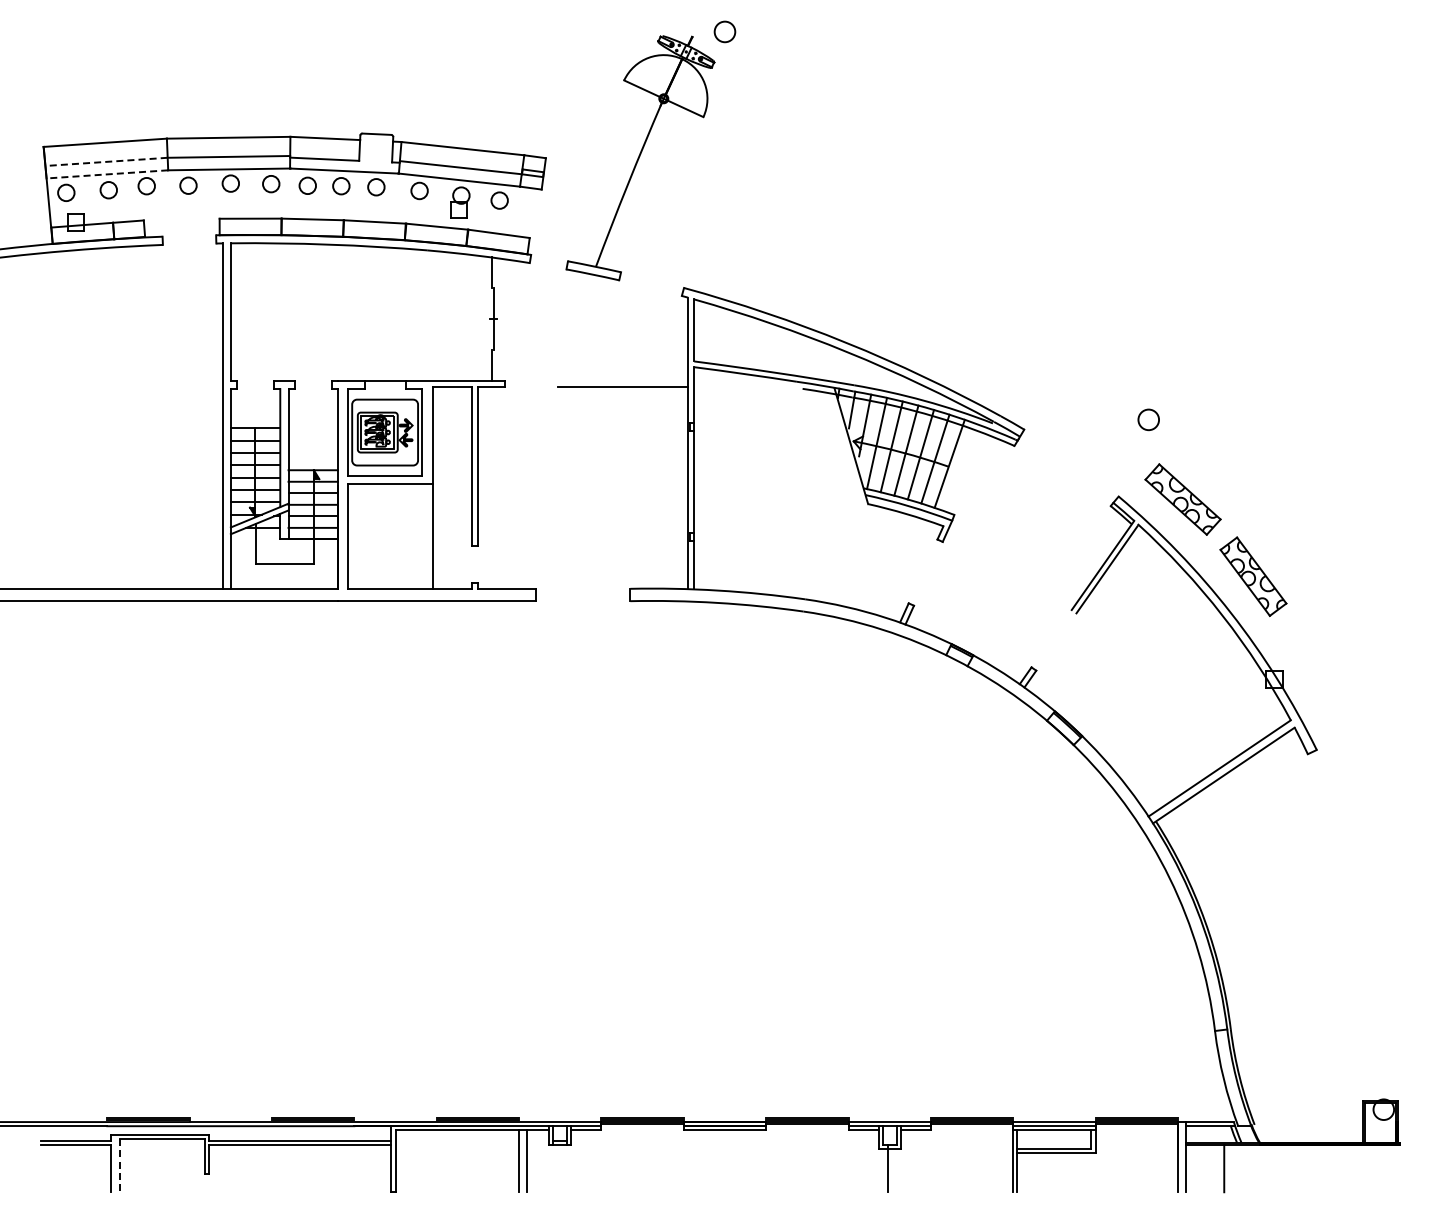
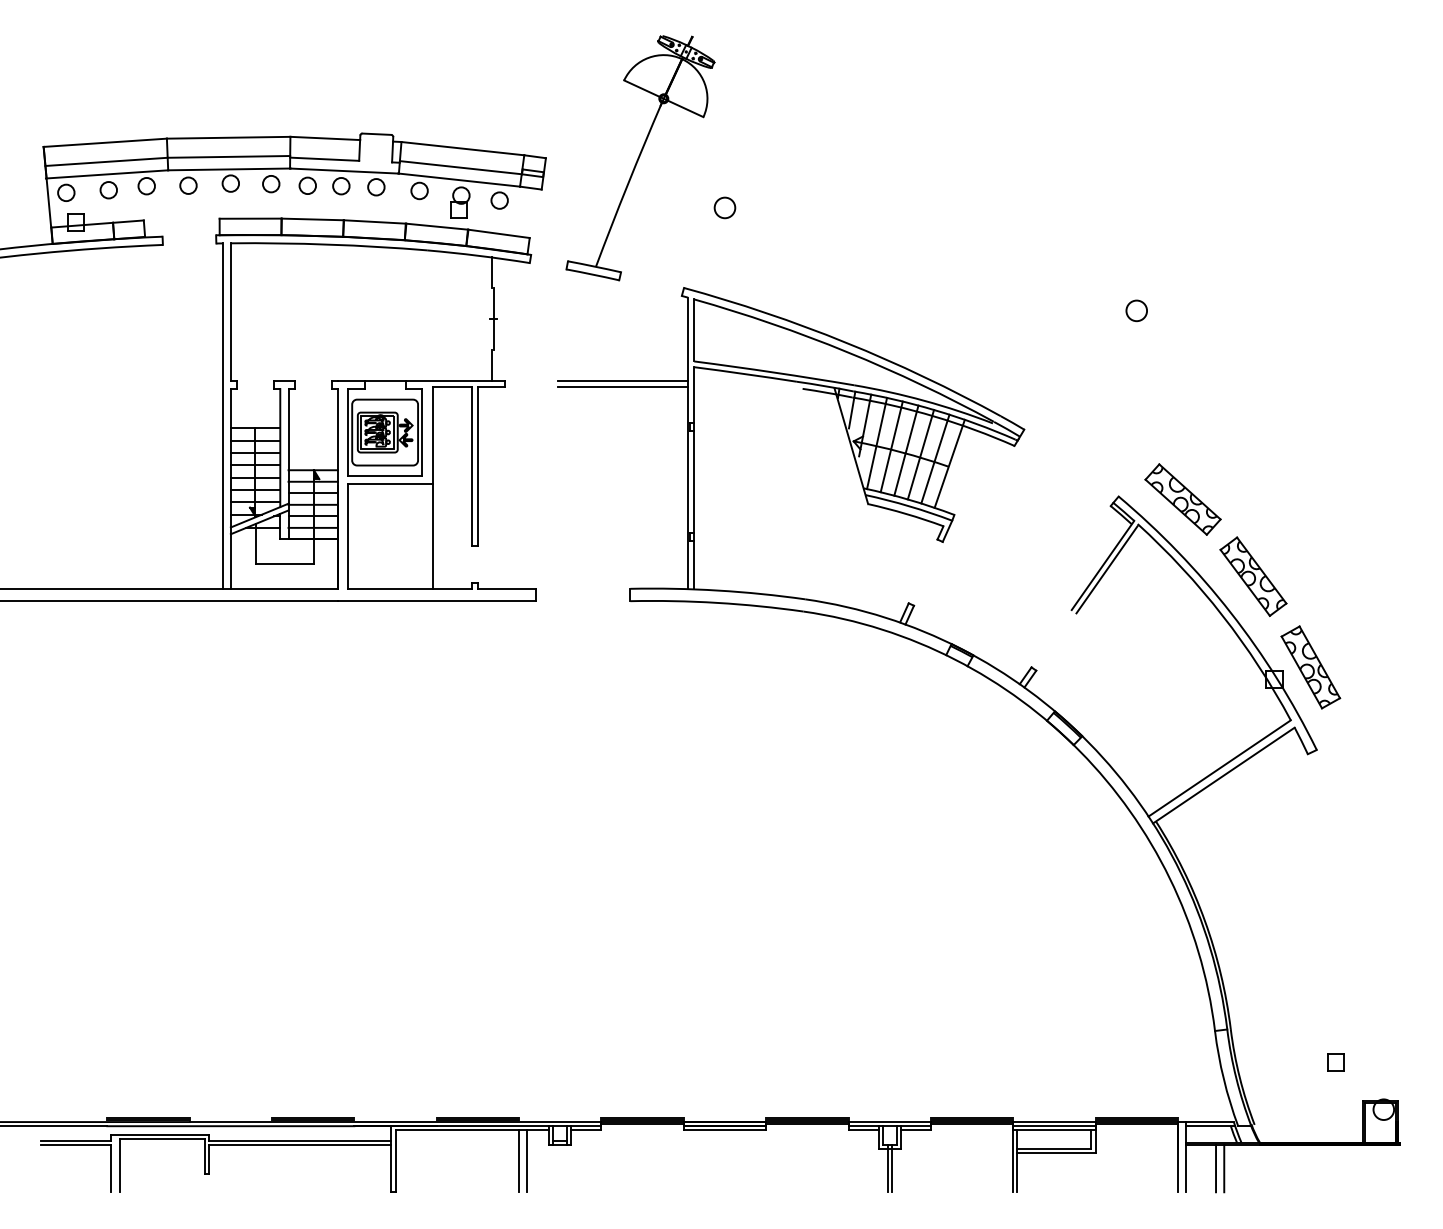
circle at (724, 31) position: (724, 31) -> (724, 207)
line at (106, 161): dashed -> solid
line at (106, 174): dashed -> solid
line at (623, 380): none -> present
circle at (1148, 419) position: (1148, 419) -> (1136, 310)
part at (1310, 667): none -> present
part at (1335, 1062): none -> present
line at (119, 1166): dashed -> solid
line at (891, 1168): none -> present
line at (1216, 1168): none -> present
